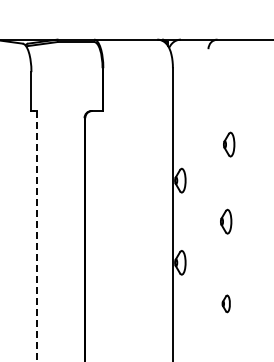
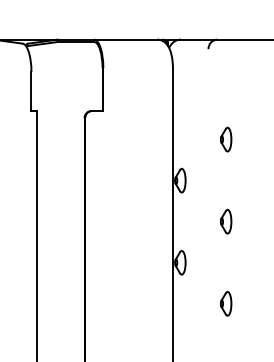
part at (229, 144) position: (229, 144) -> (226, 139)
line at (36, 236): dashed -> solid
part at (225, 303) size: 10x20 px -> 13x26 px
